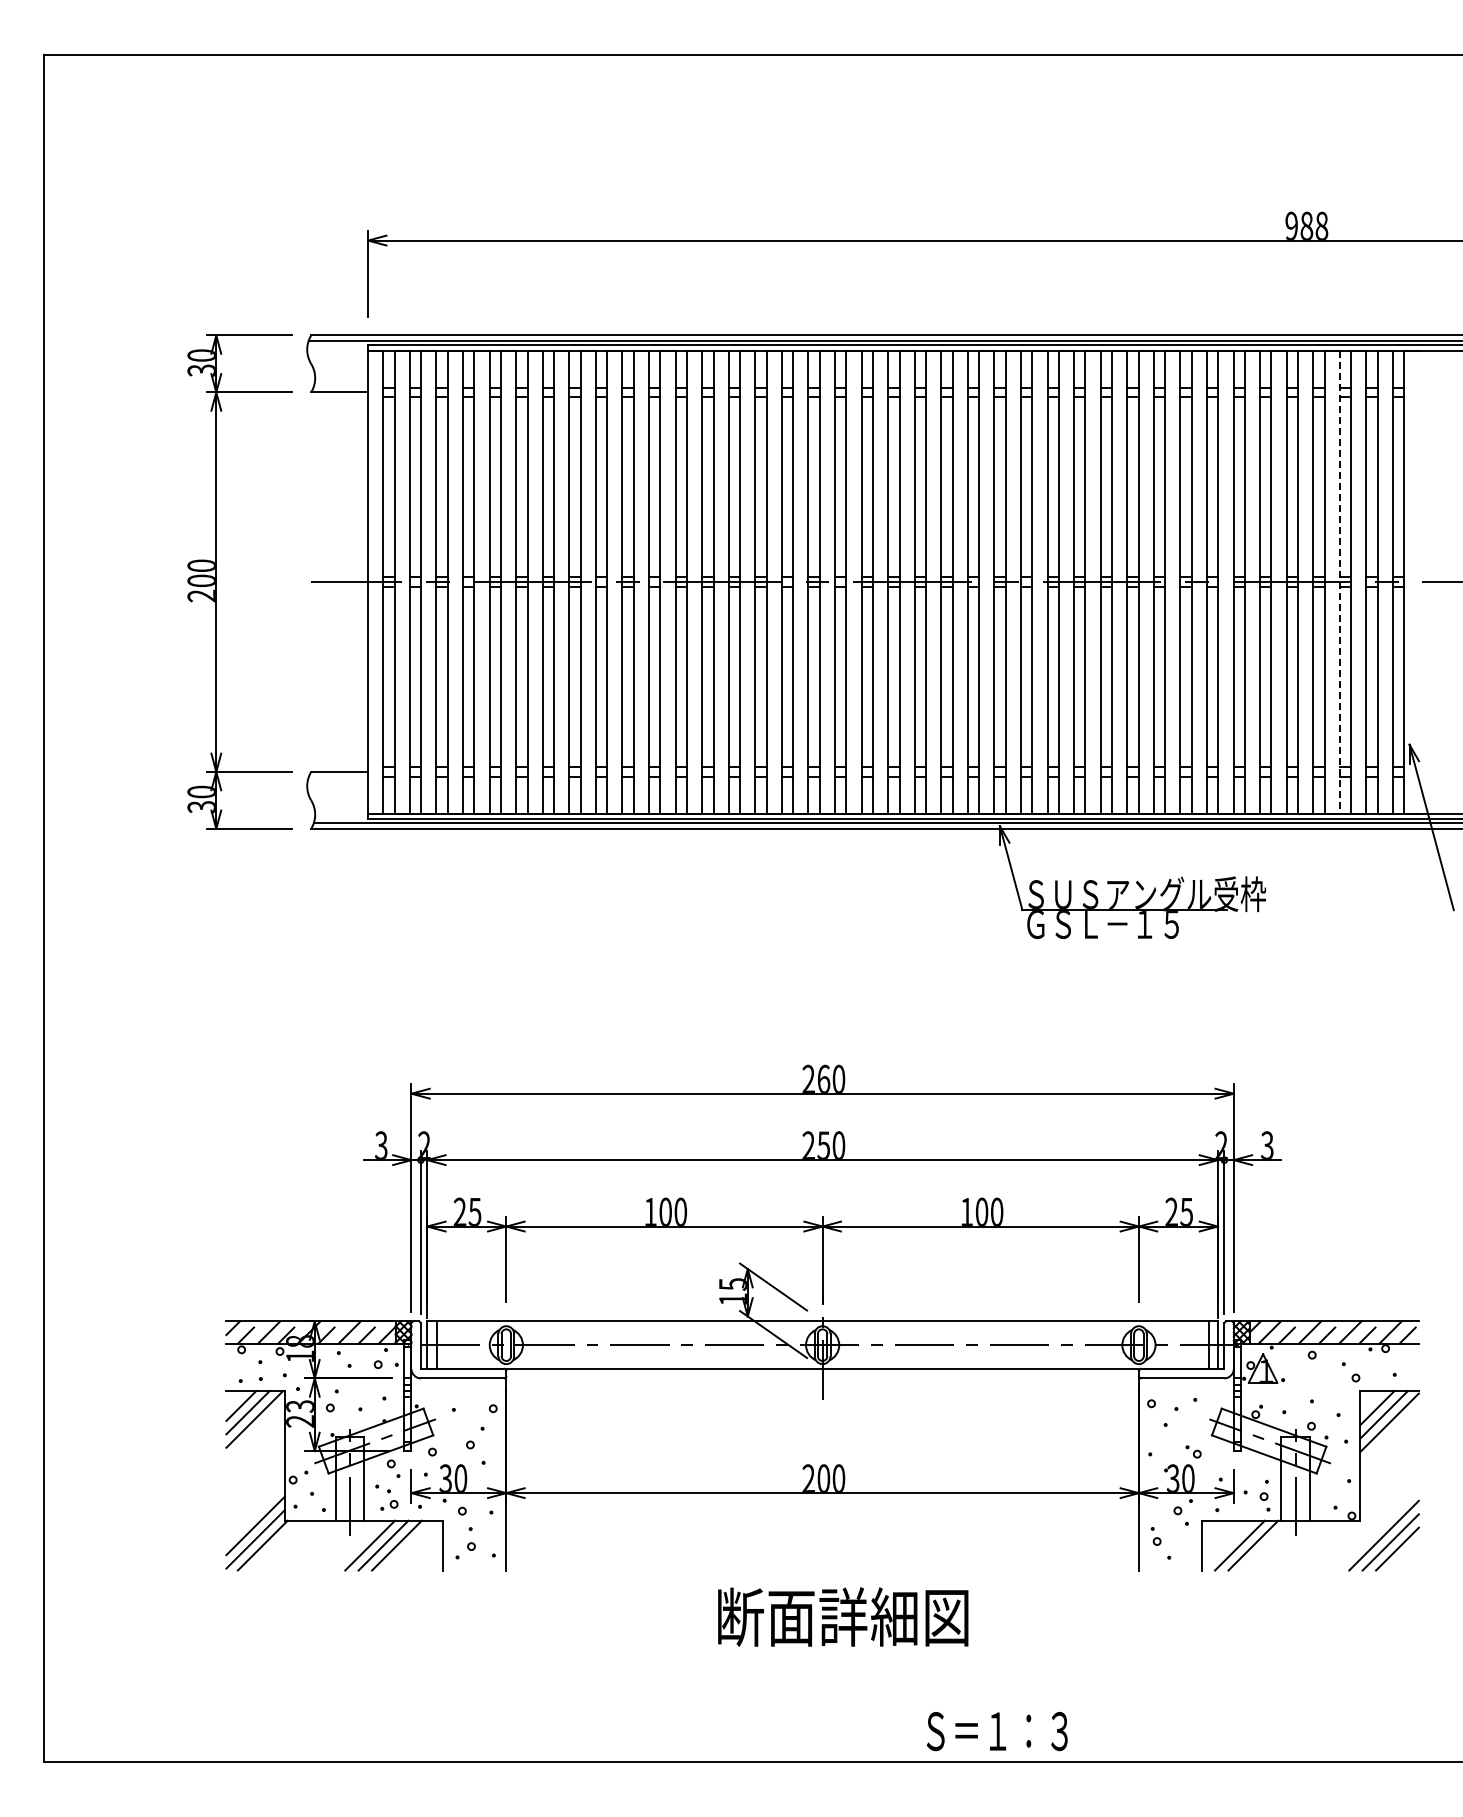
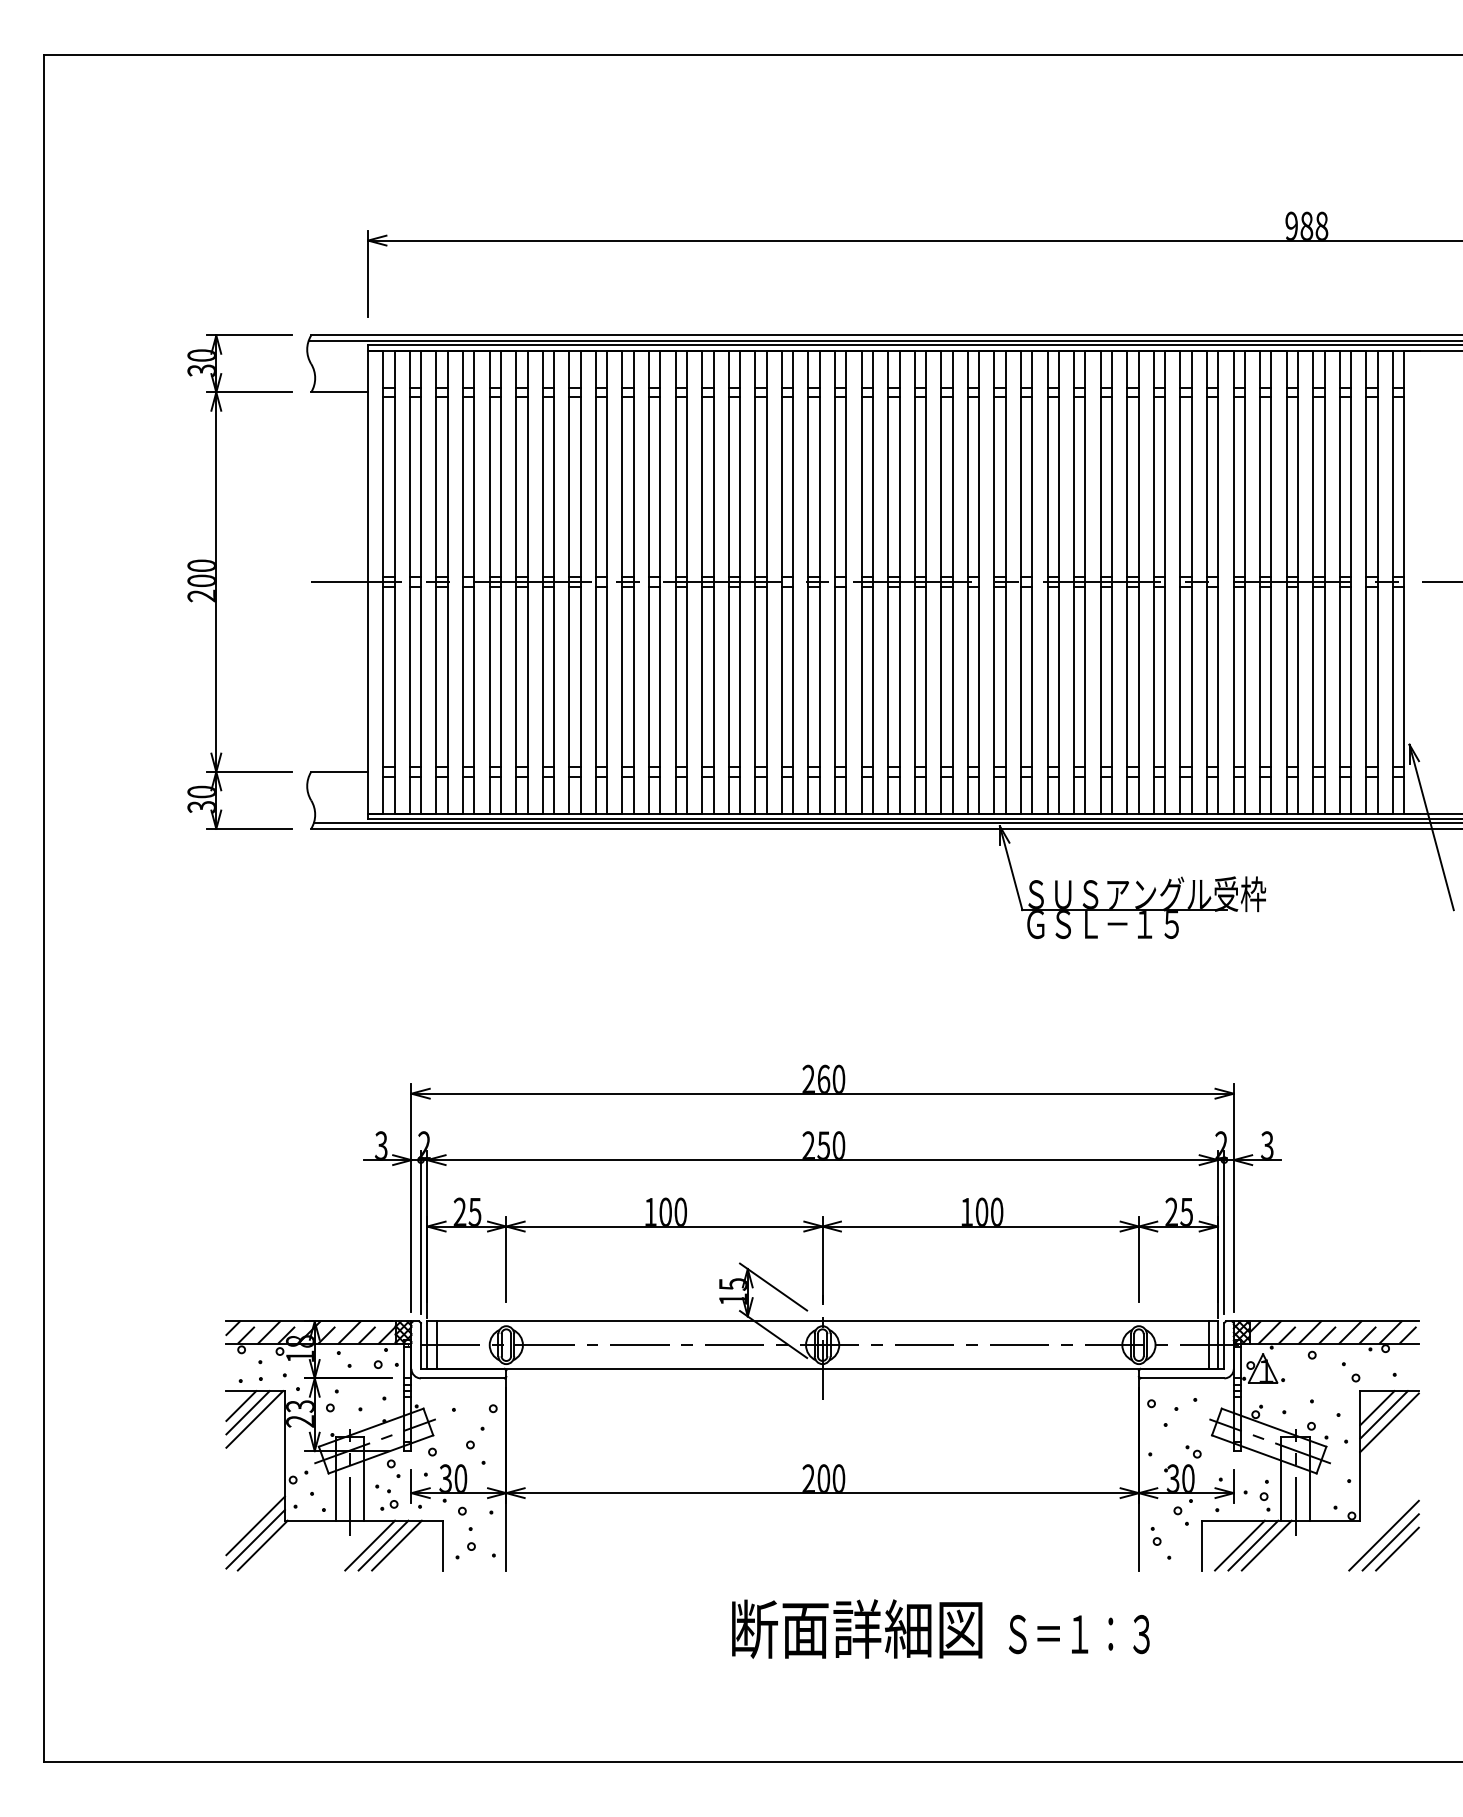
line at (1339, 582): dashed -> solid
line at (1266, 1545): none -> present
text at (843, 1616) position: (843, 1616) -> (857, 1628)
text at (996, 1731) position: (996, 1731) -> (1078, 1634)
